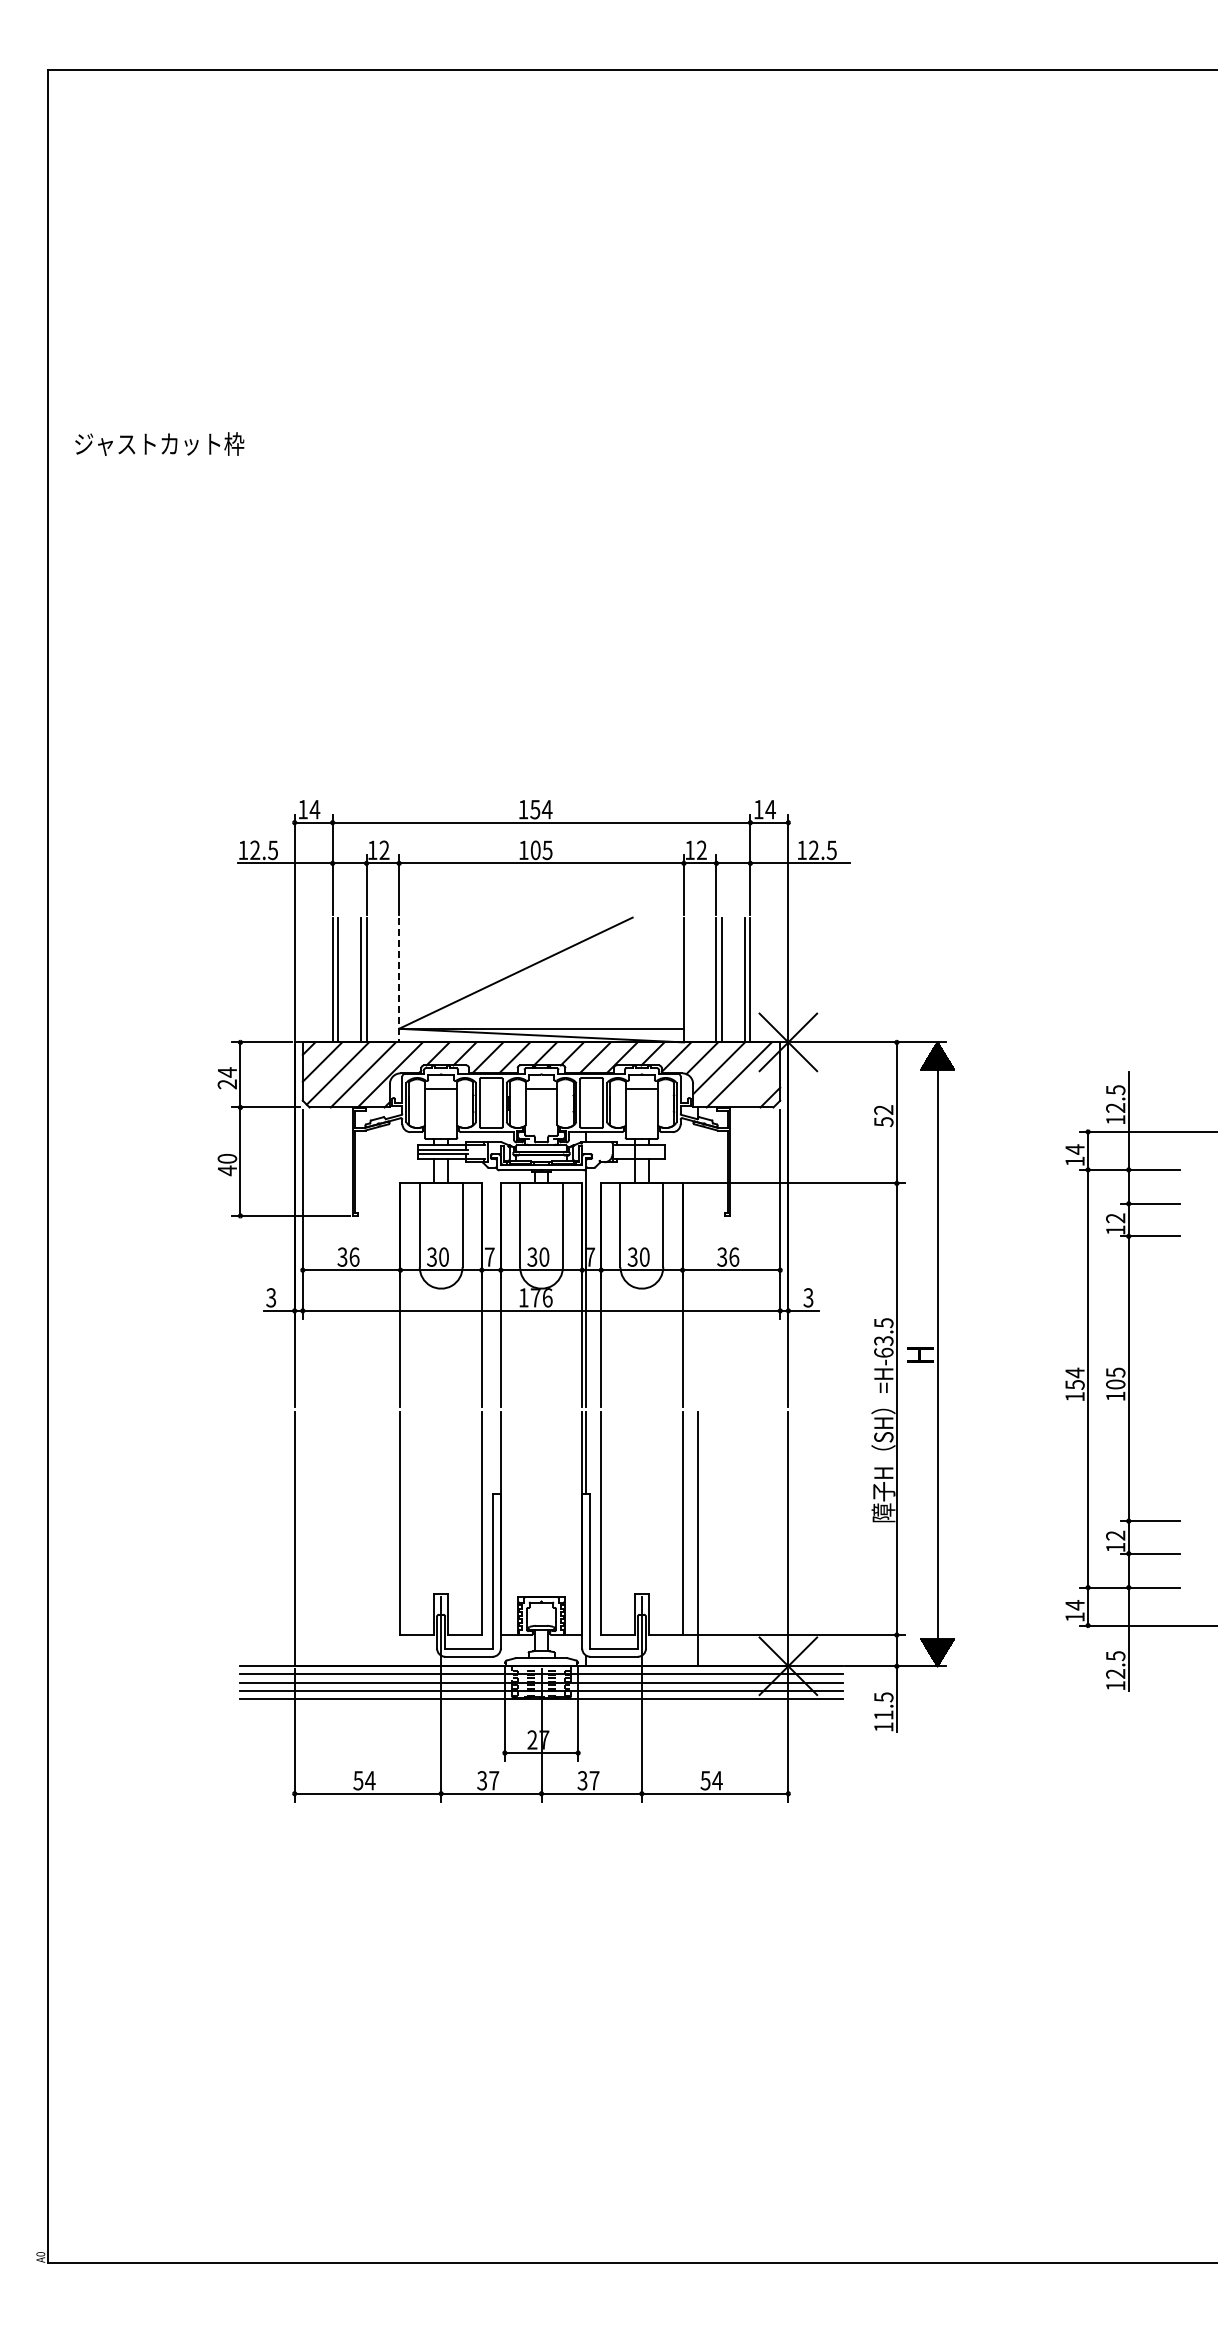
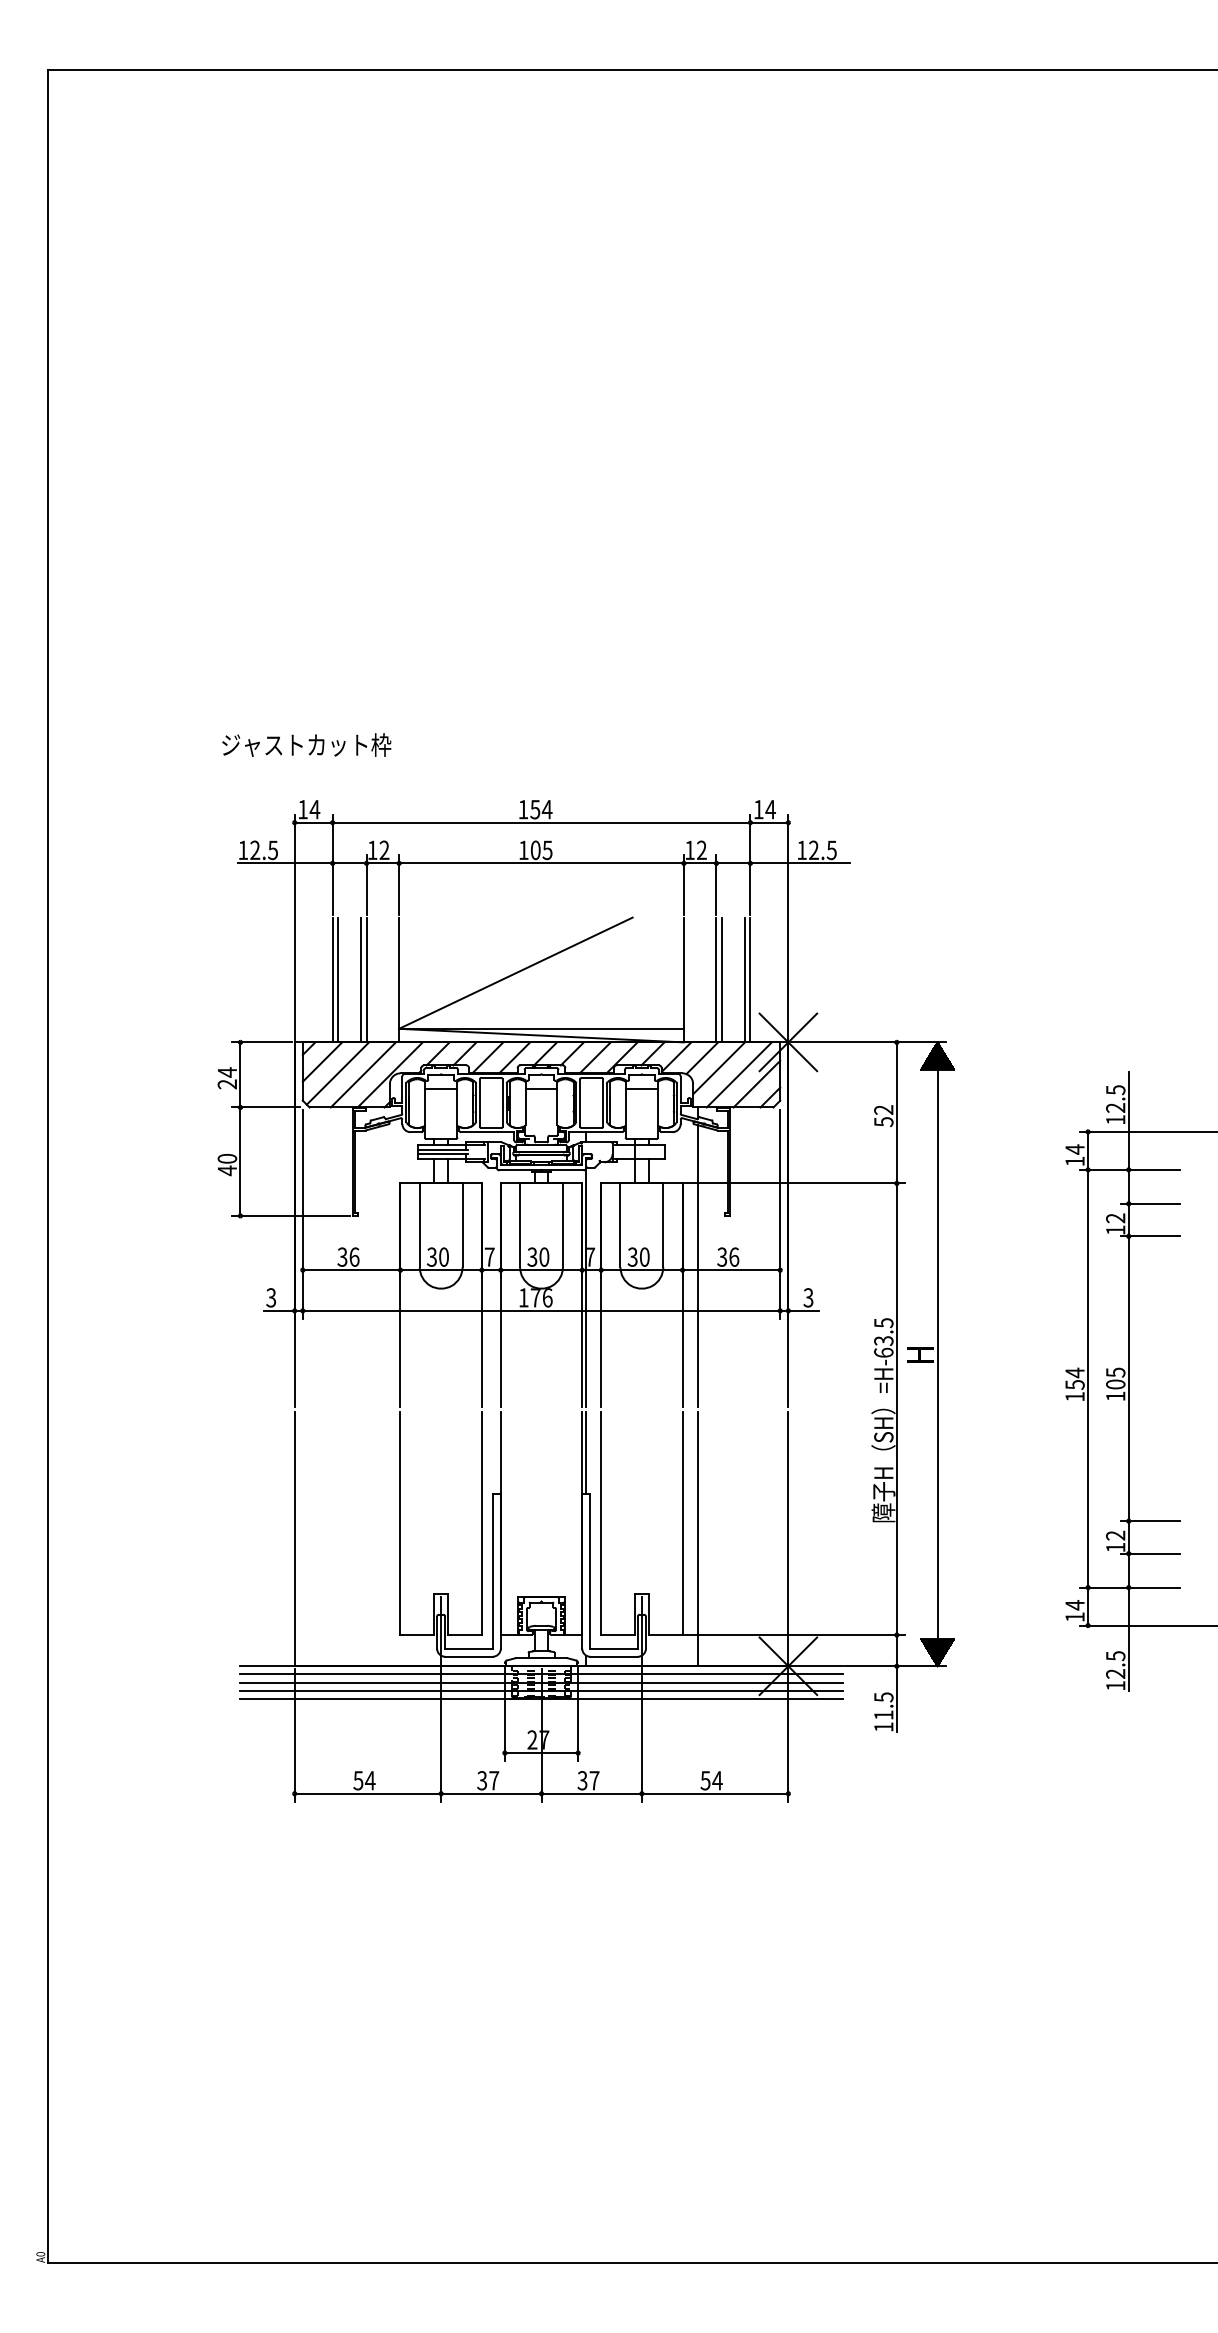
text at (159, 443) position: (159, 443) -> (306, 744)
line at (399, 980): dashed -> solid
line at (756, 1083): none -> present
line at (697, 1265): none -> present
